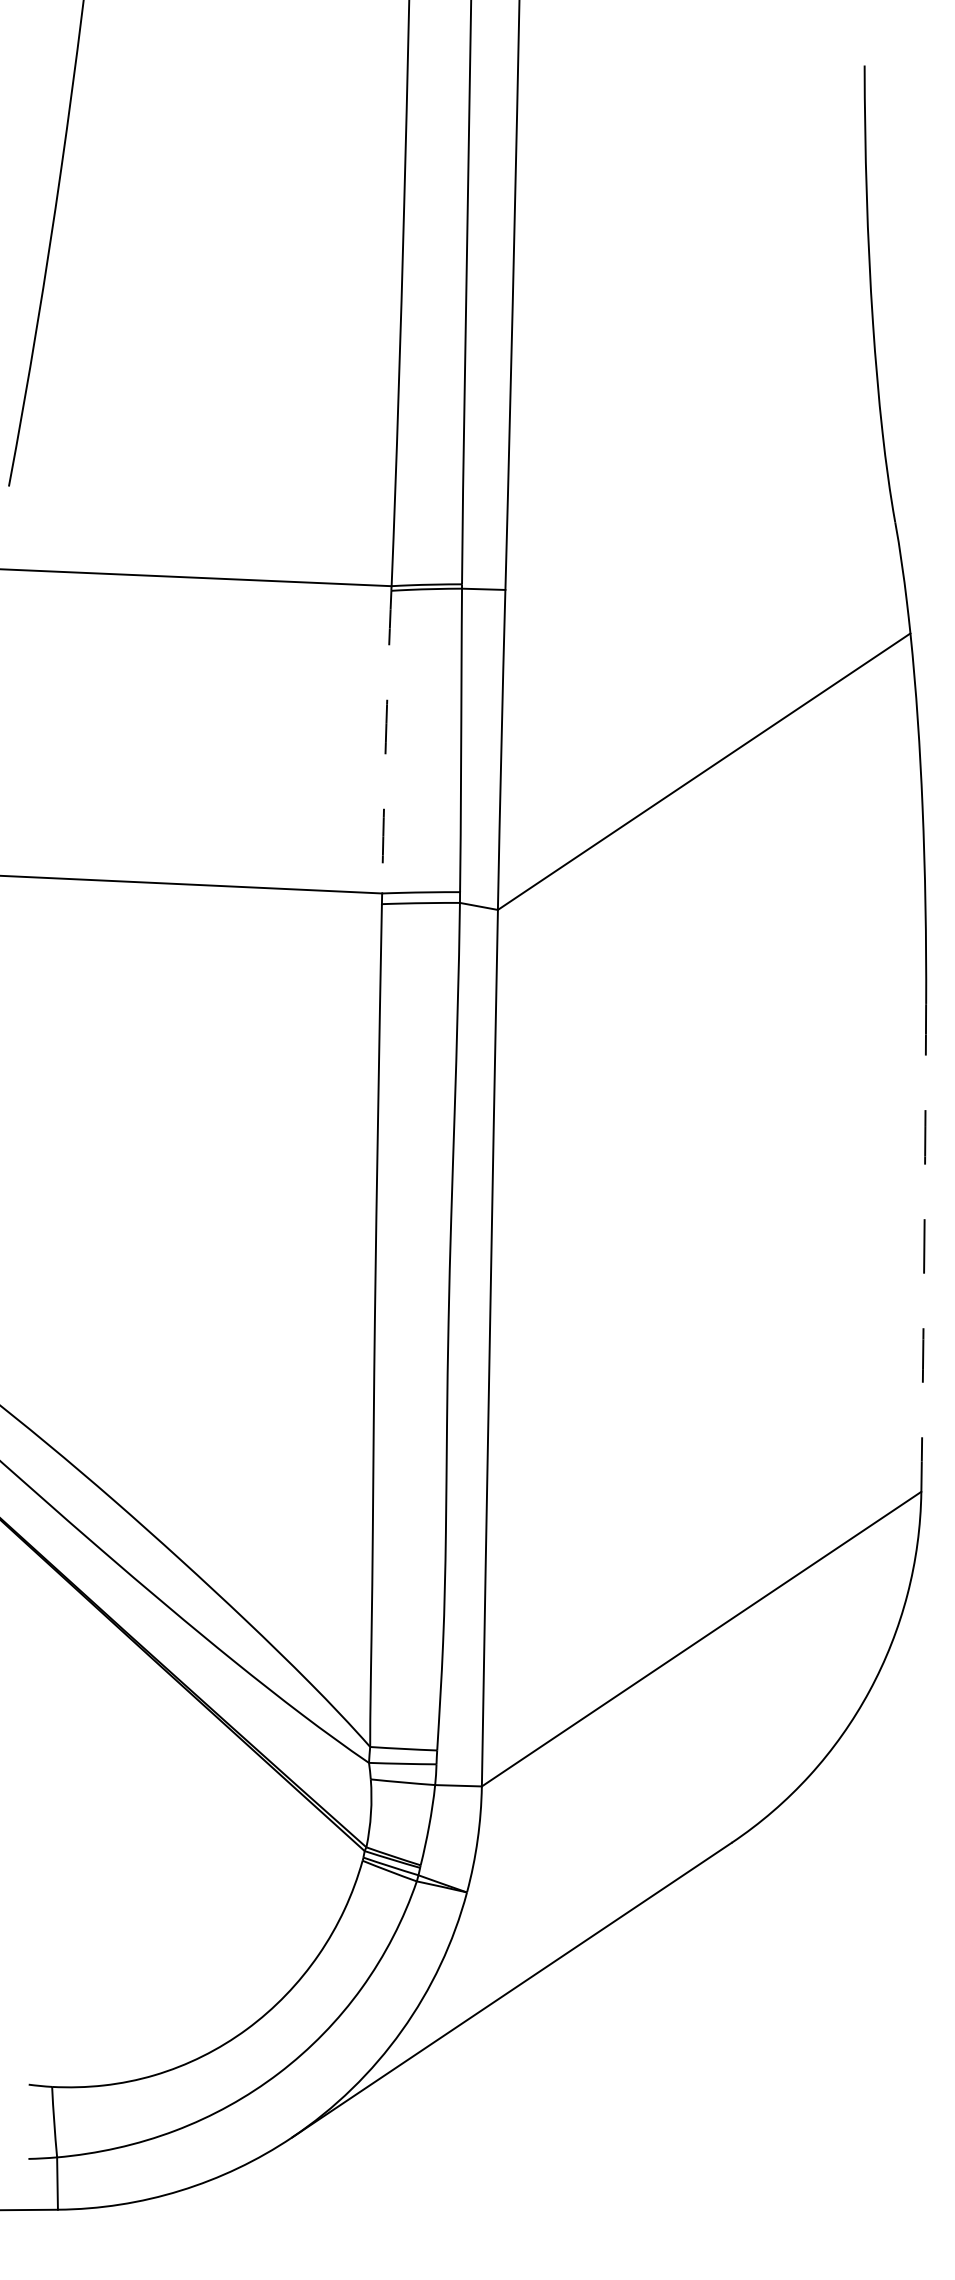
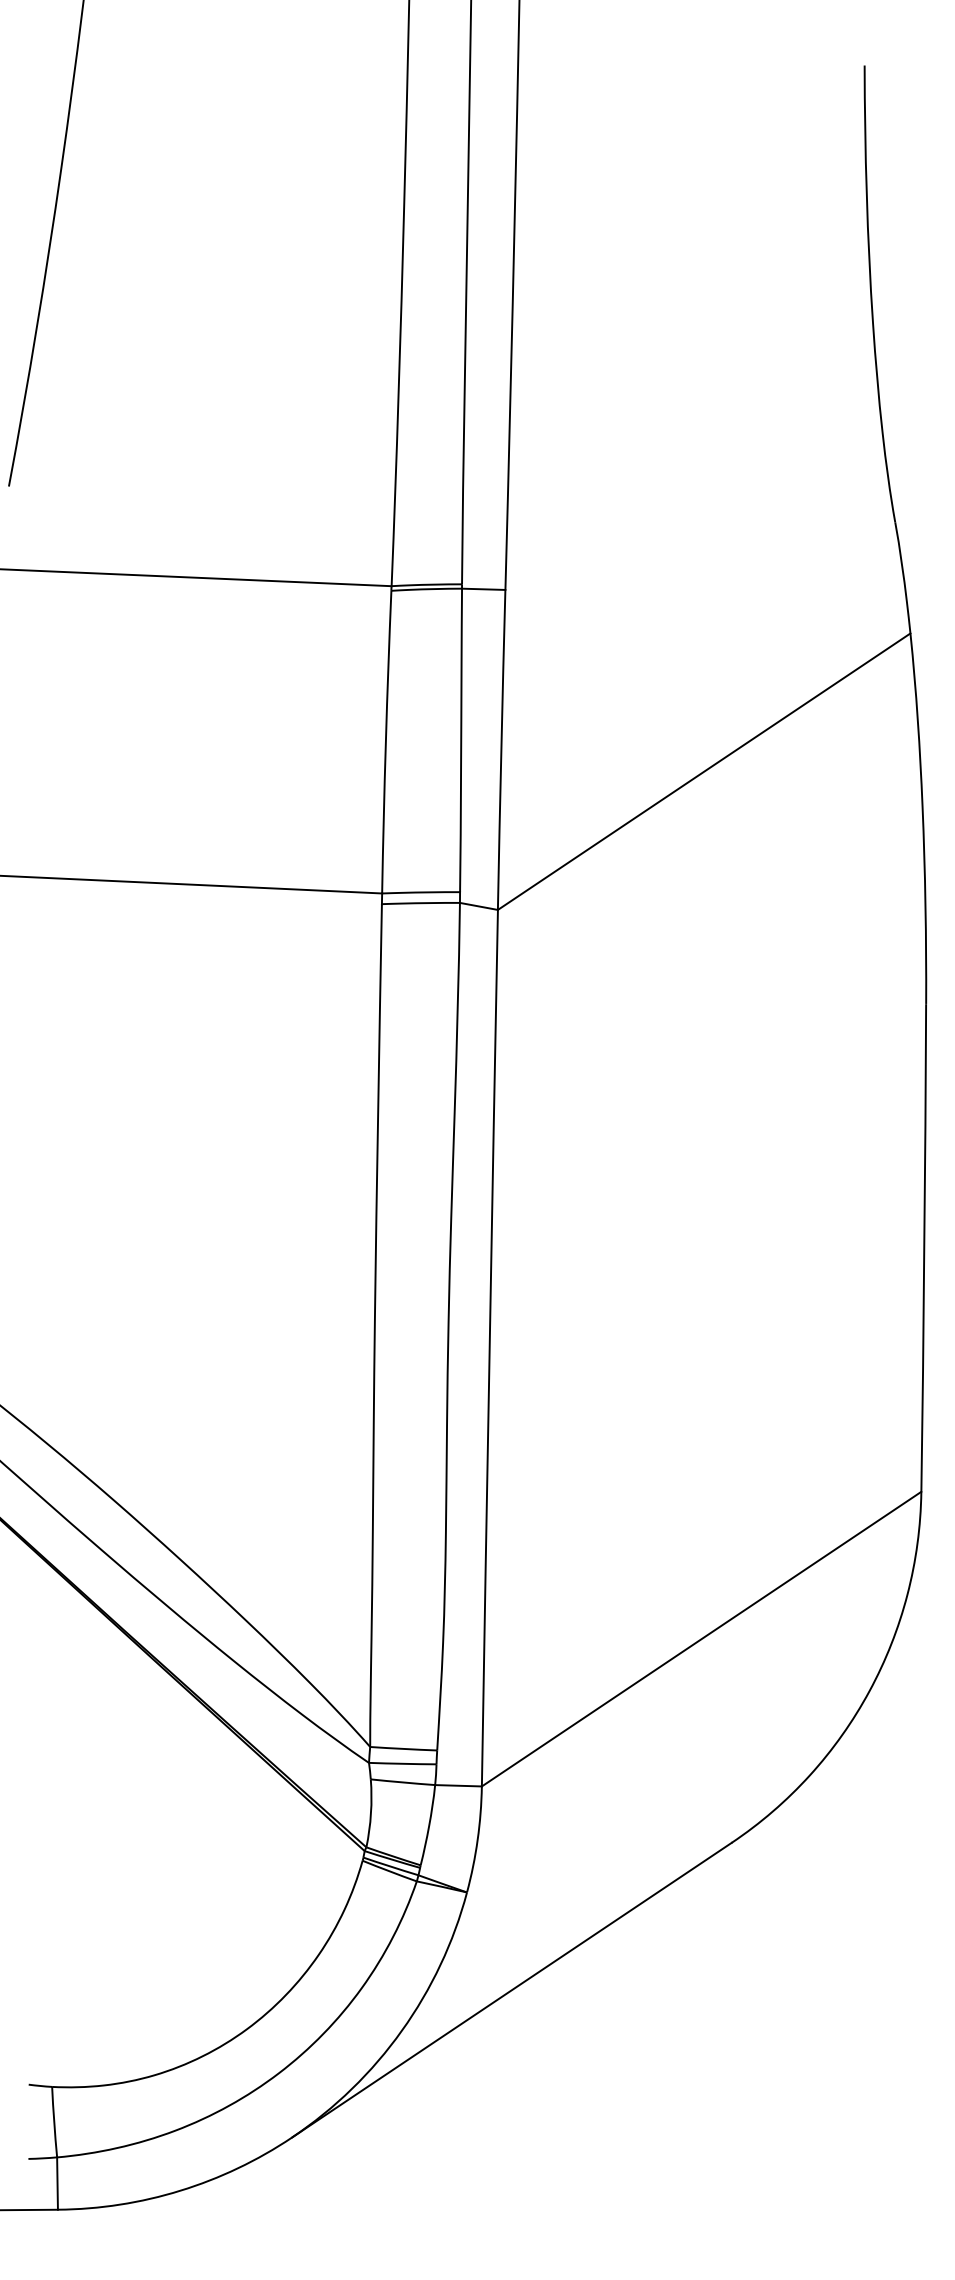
arc at (385, 742): dashed -> solid
arc at (924, 1247): dashed -> solid
